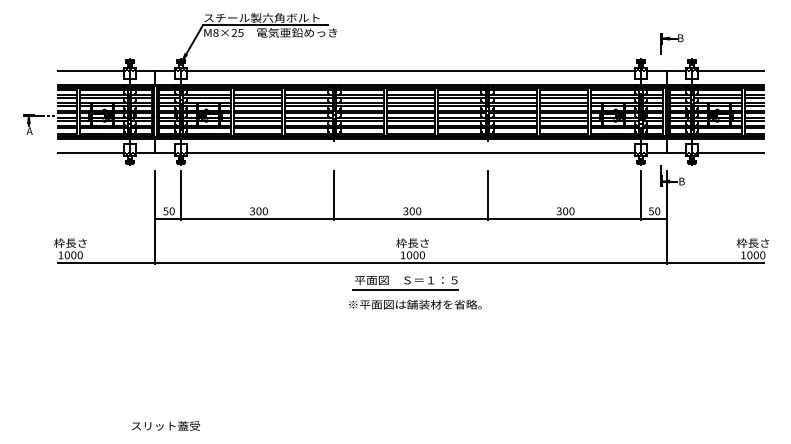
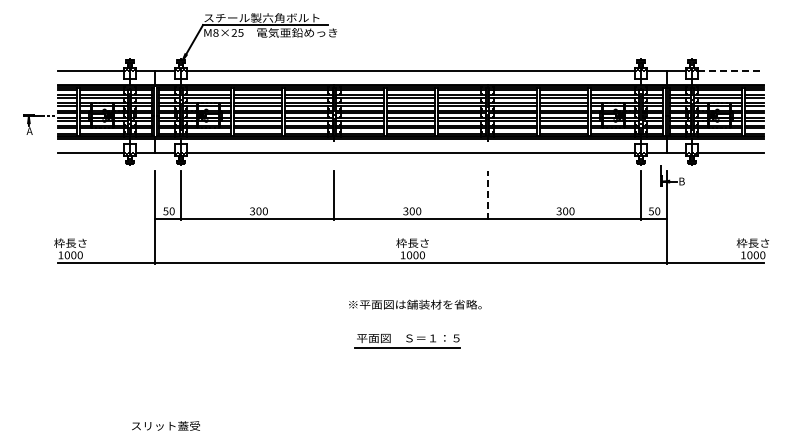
part at (671, 43): present -> none
line at (731, 71): solid -> dashed
line at (487, 195): solid -> dashed
part at (405, 283) position: (405, 283) -> (407, 341)
